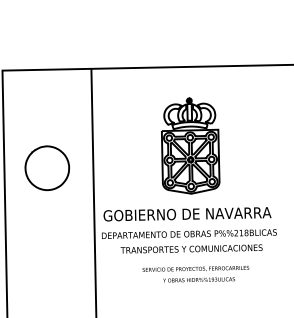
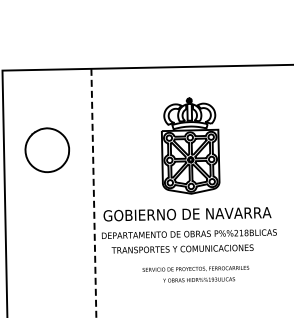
part at (46, 167) position: (46, 167) -> (46, 149)
line at (93, 193): solid -> dashed
text at (191, 248) position: (191, 248) -> (182, 248)
